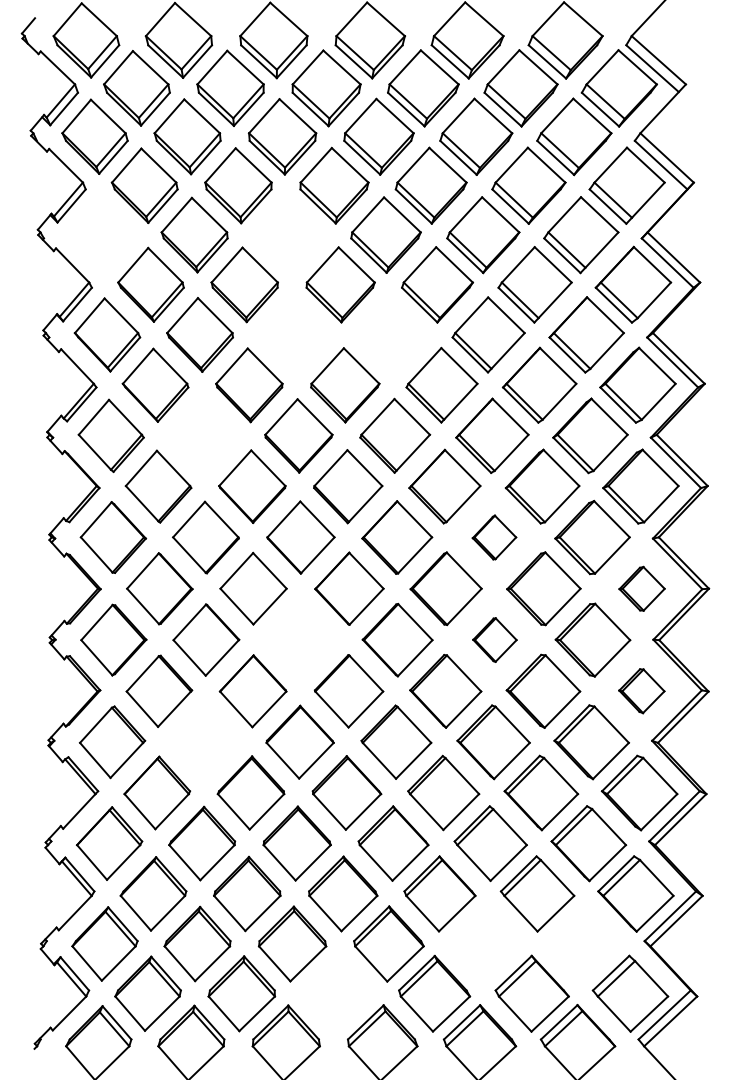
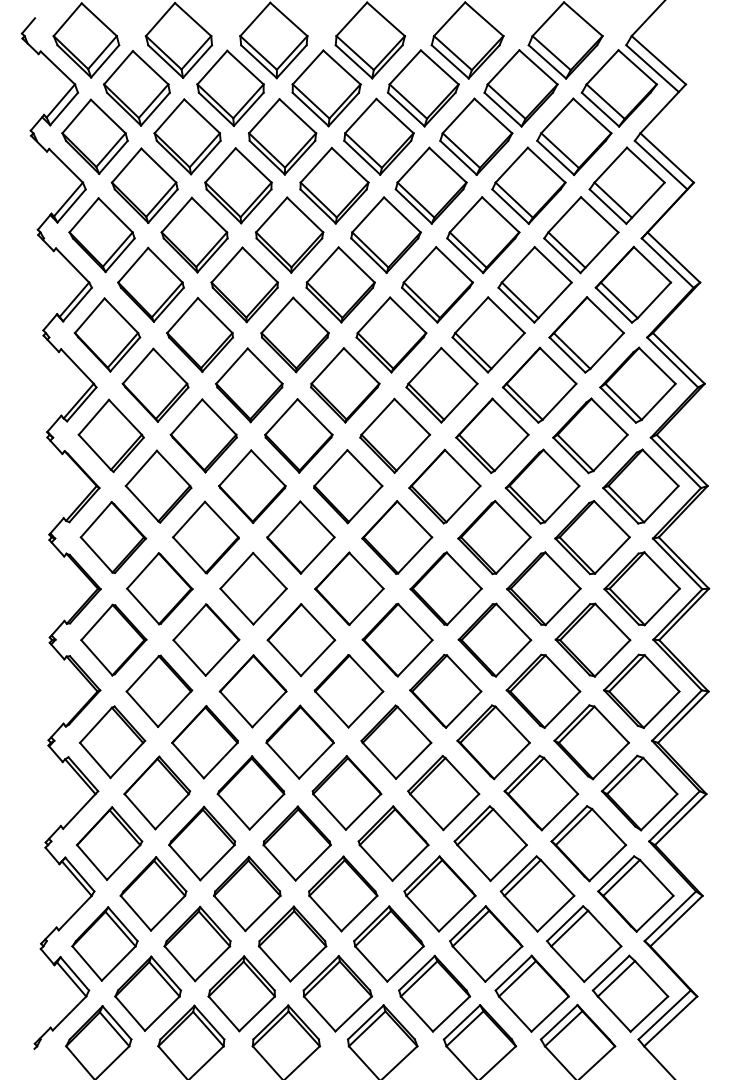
part at (289, 234): none -> present
part at (101, 235): none -> present
part at (294, 334): none -> present
part at (391, 334): none -> present
part at (203, 435): none -> present
part at (494, 537) size: 47x47 px -> 75x75 px
part at (641, 588) size: 48x47 px -> 78x76 px
part at (494, 639) size: 46x46 px -> 76x76 px
part at (301, 640): none -> present
part at (641, 691) size: 48x47 px -> 78x76 px
part at (204, 742): none -> present
part at (486, 943): none -> present
part at (584, 943): none -> present
part at (337, 993): none -> present
